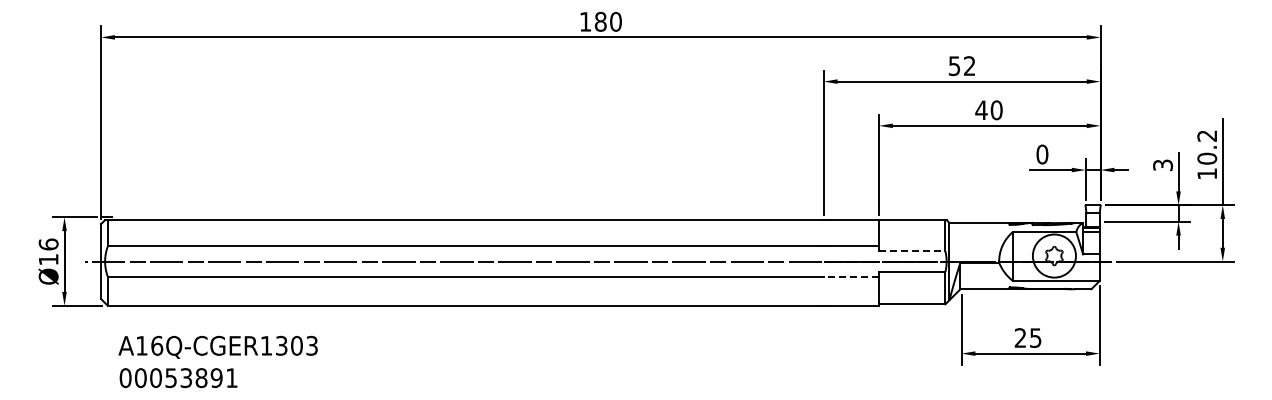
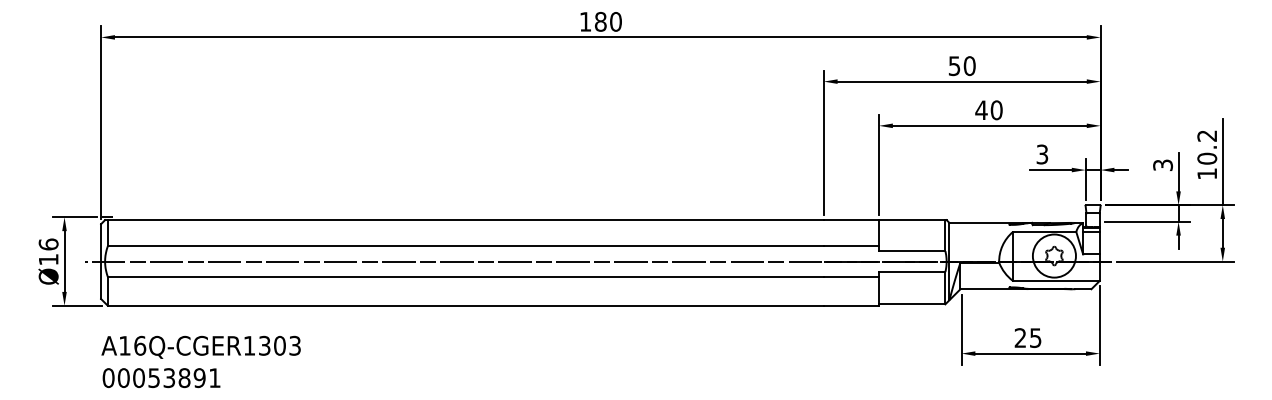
text at (969, 66): 52 -> 50
text at (1042, 154): 0 -> 3
line at (912, 251): dashed -> solid
line at (851, 276): dashed -> solid
text at (217, 361) position: (217, 361) -> (200, 361)
